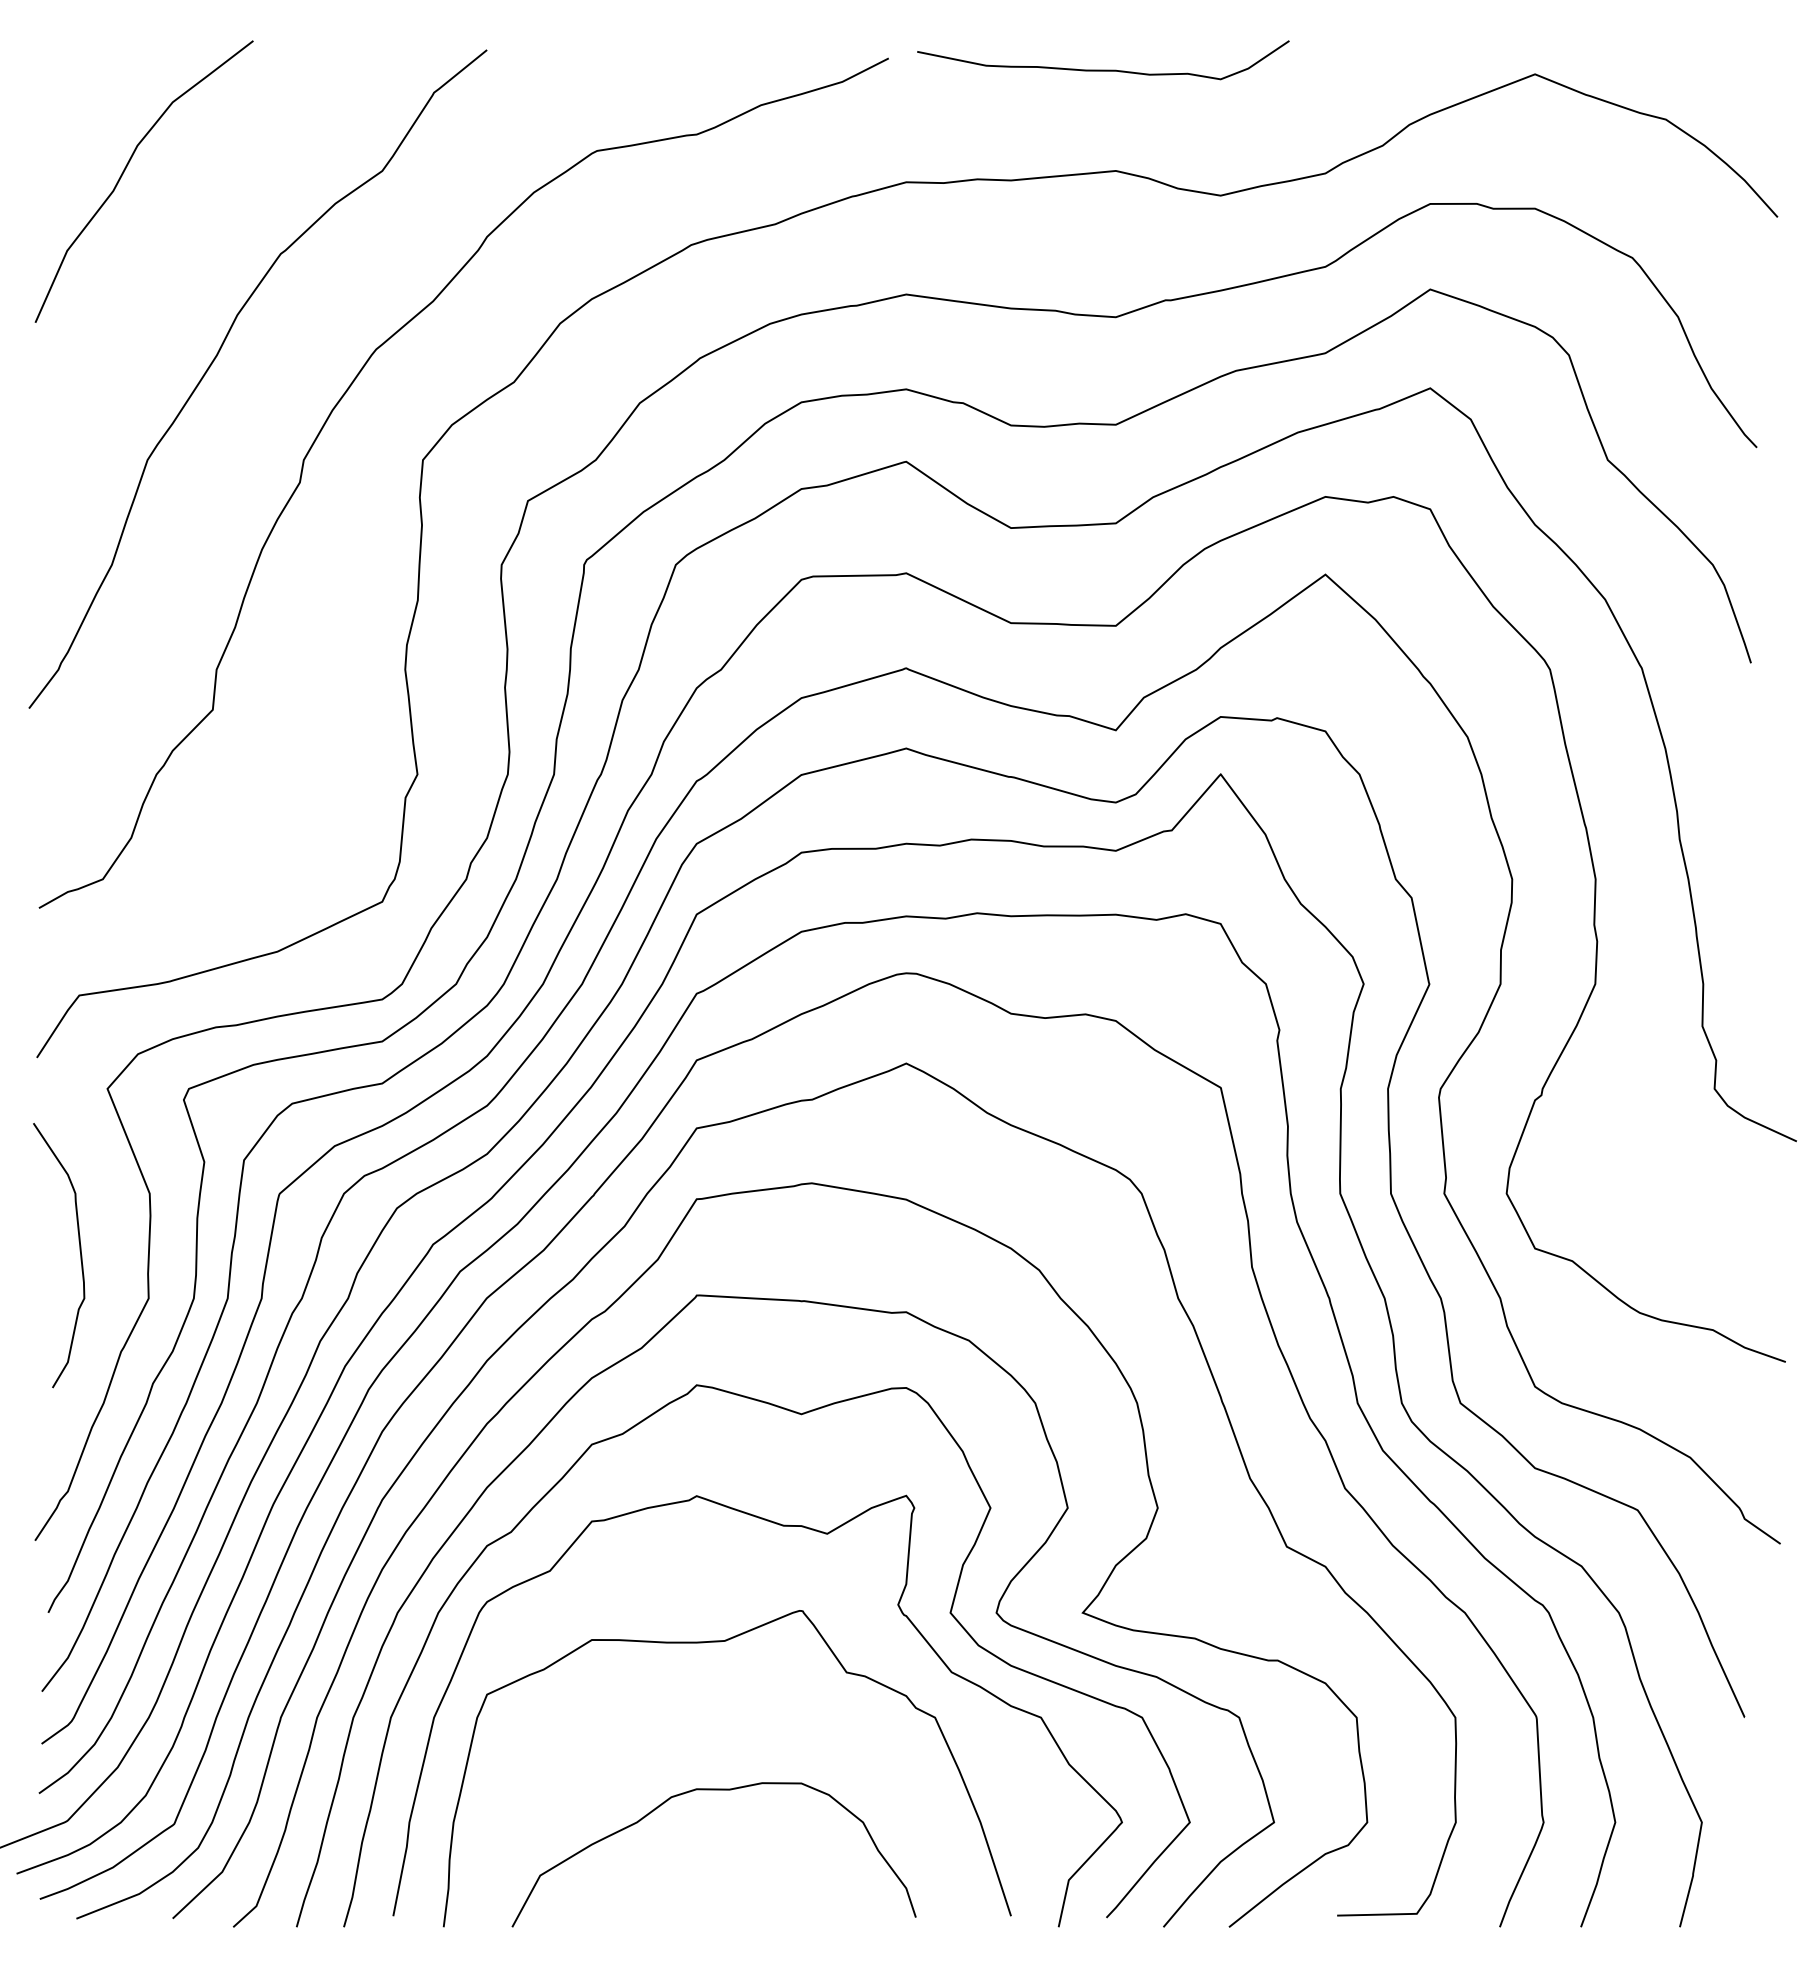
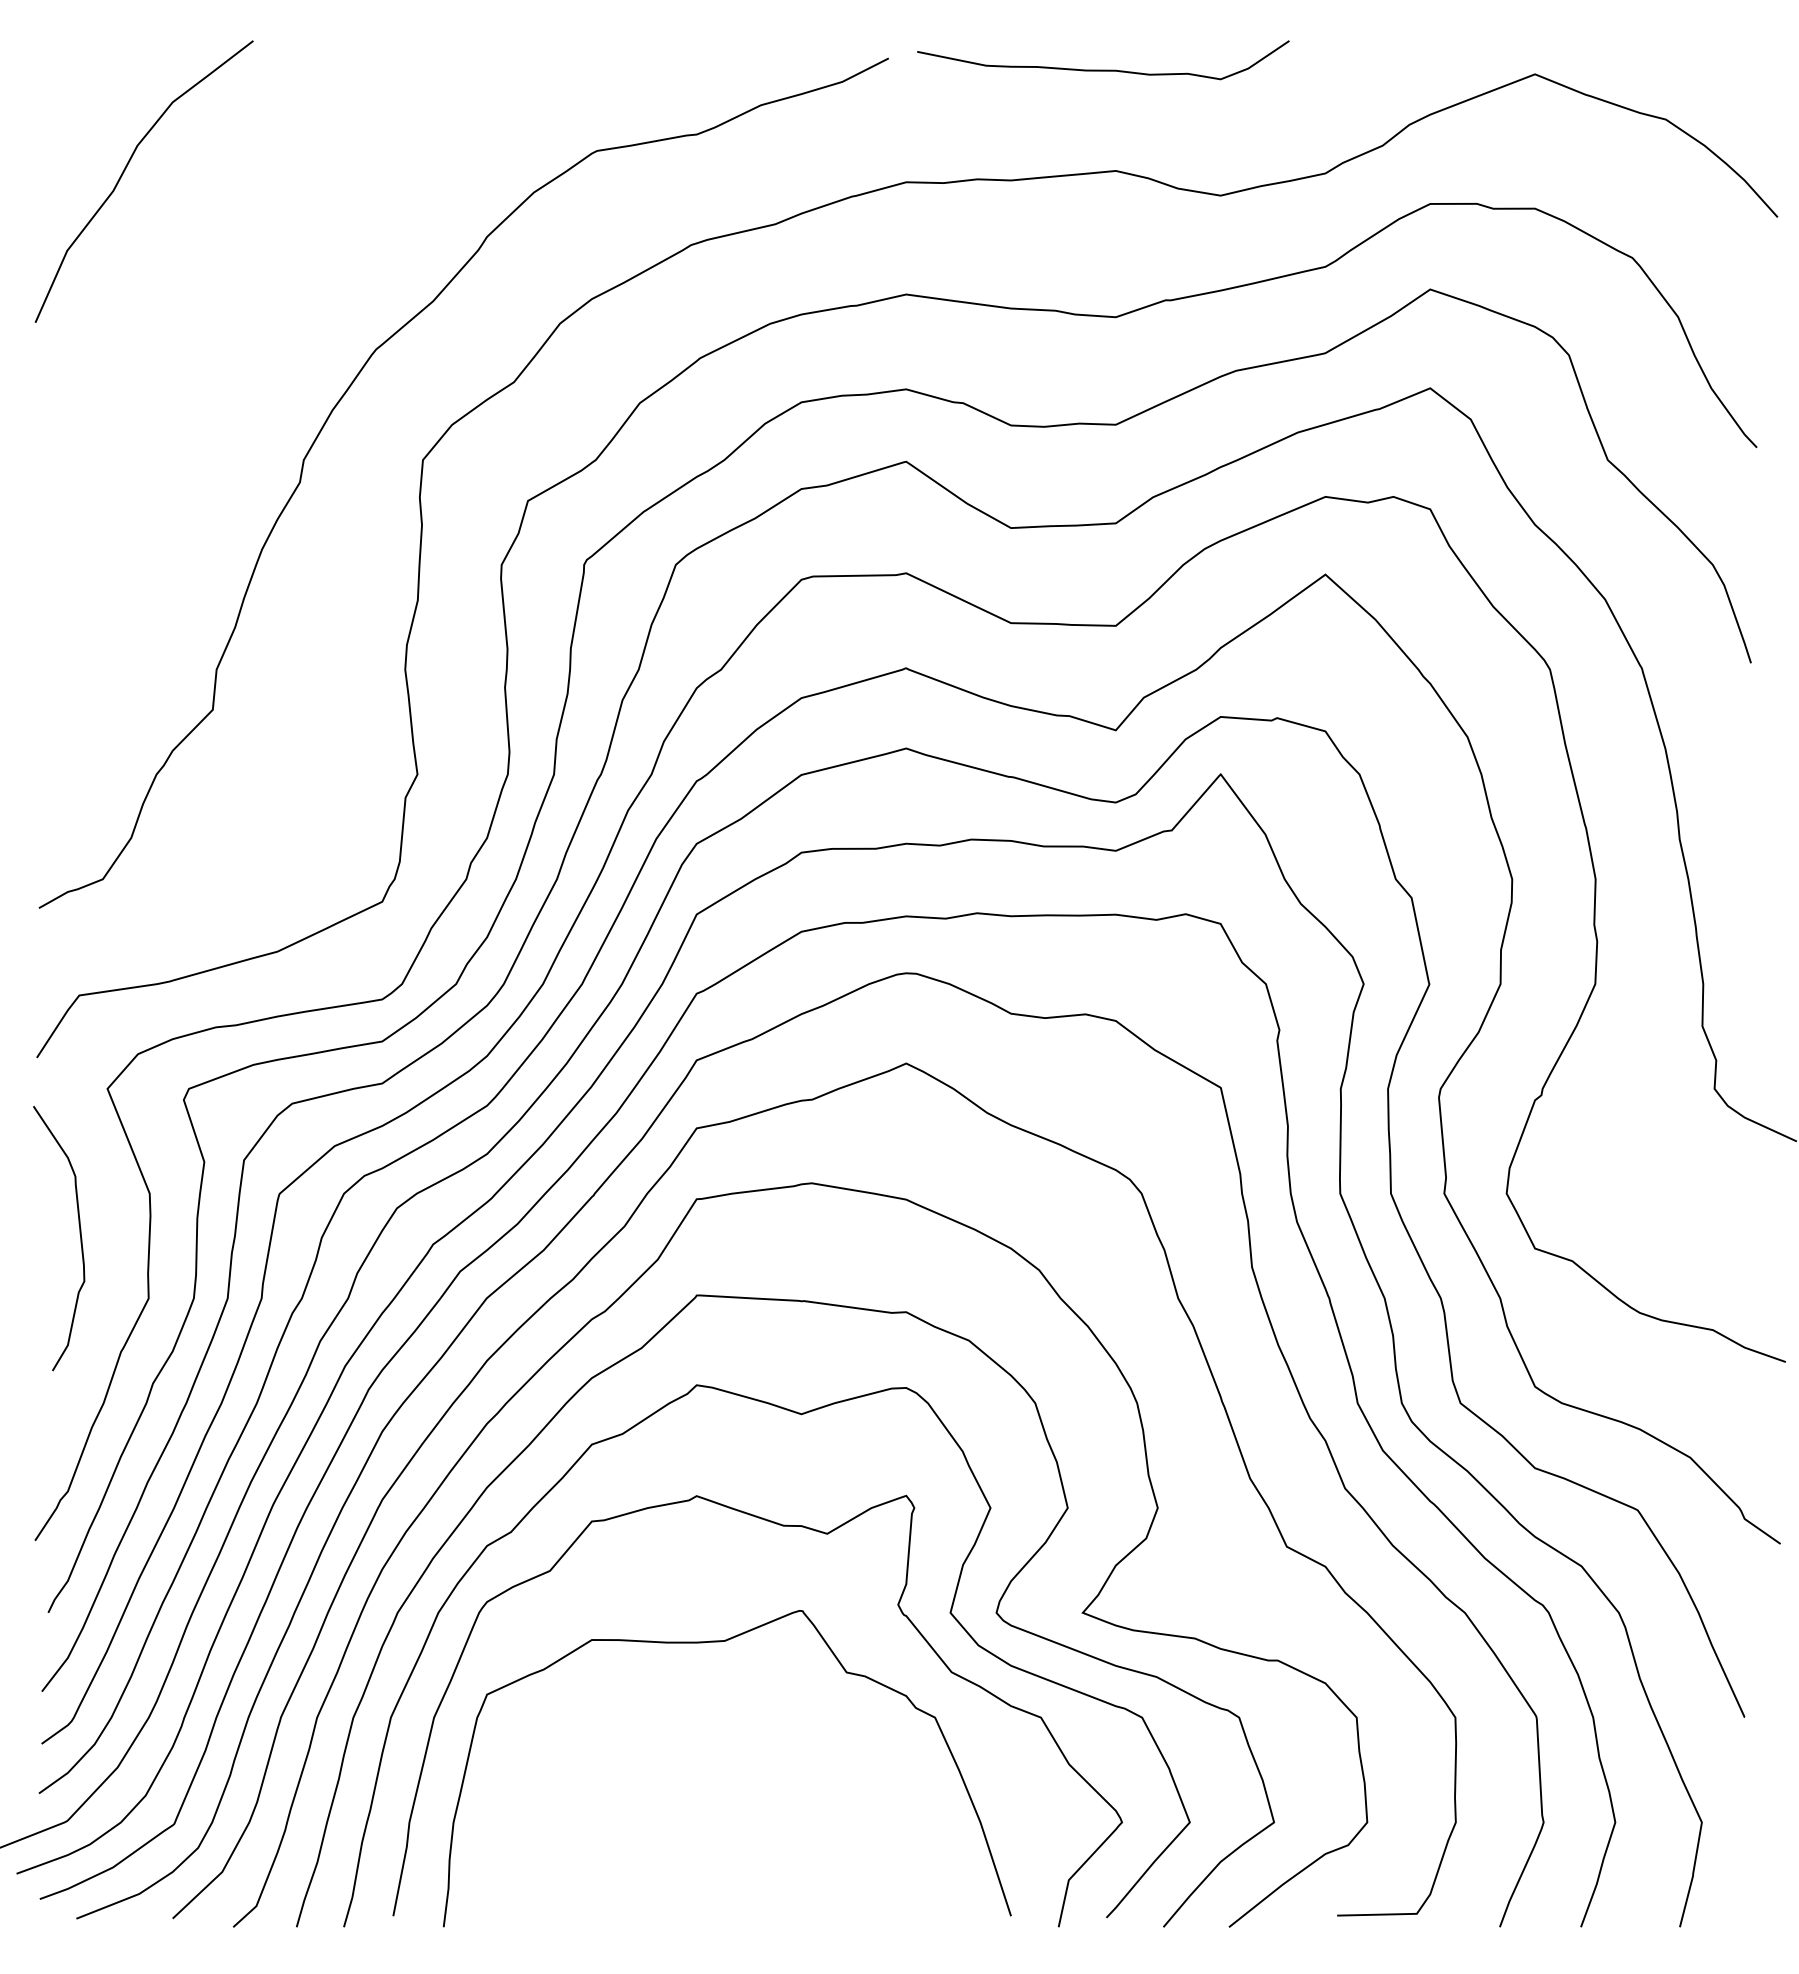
curve at (217, 356): present -> none
curve at (79, 1251) position: (79, 1251) -> (79, 1234)
curve at (713, 1790): present -> none
